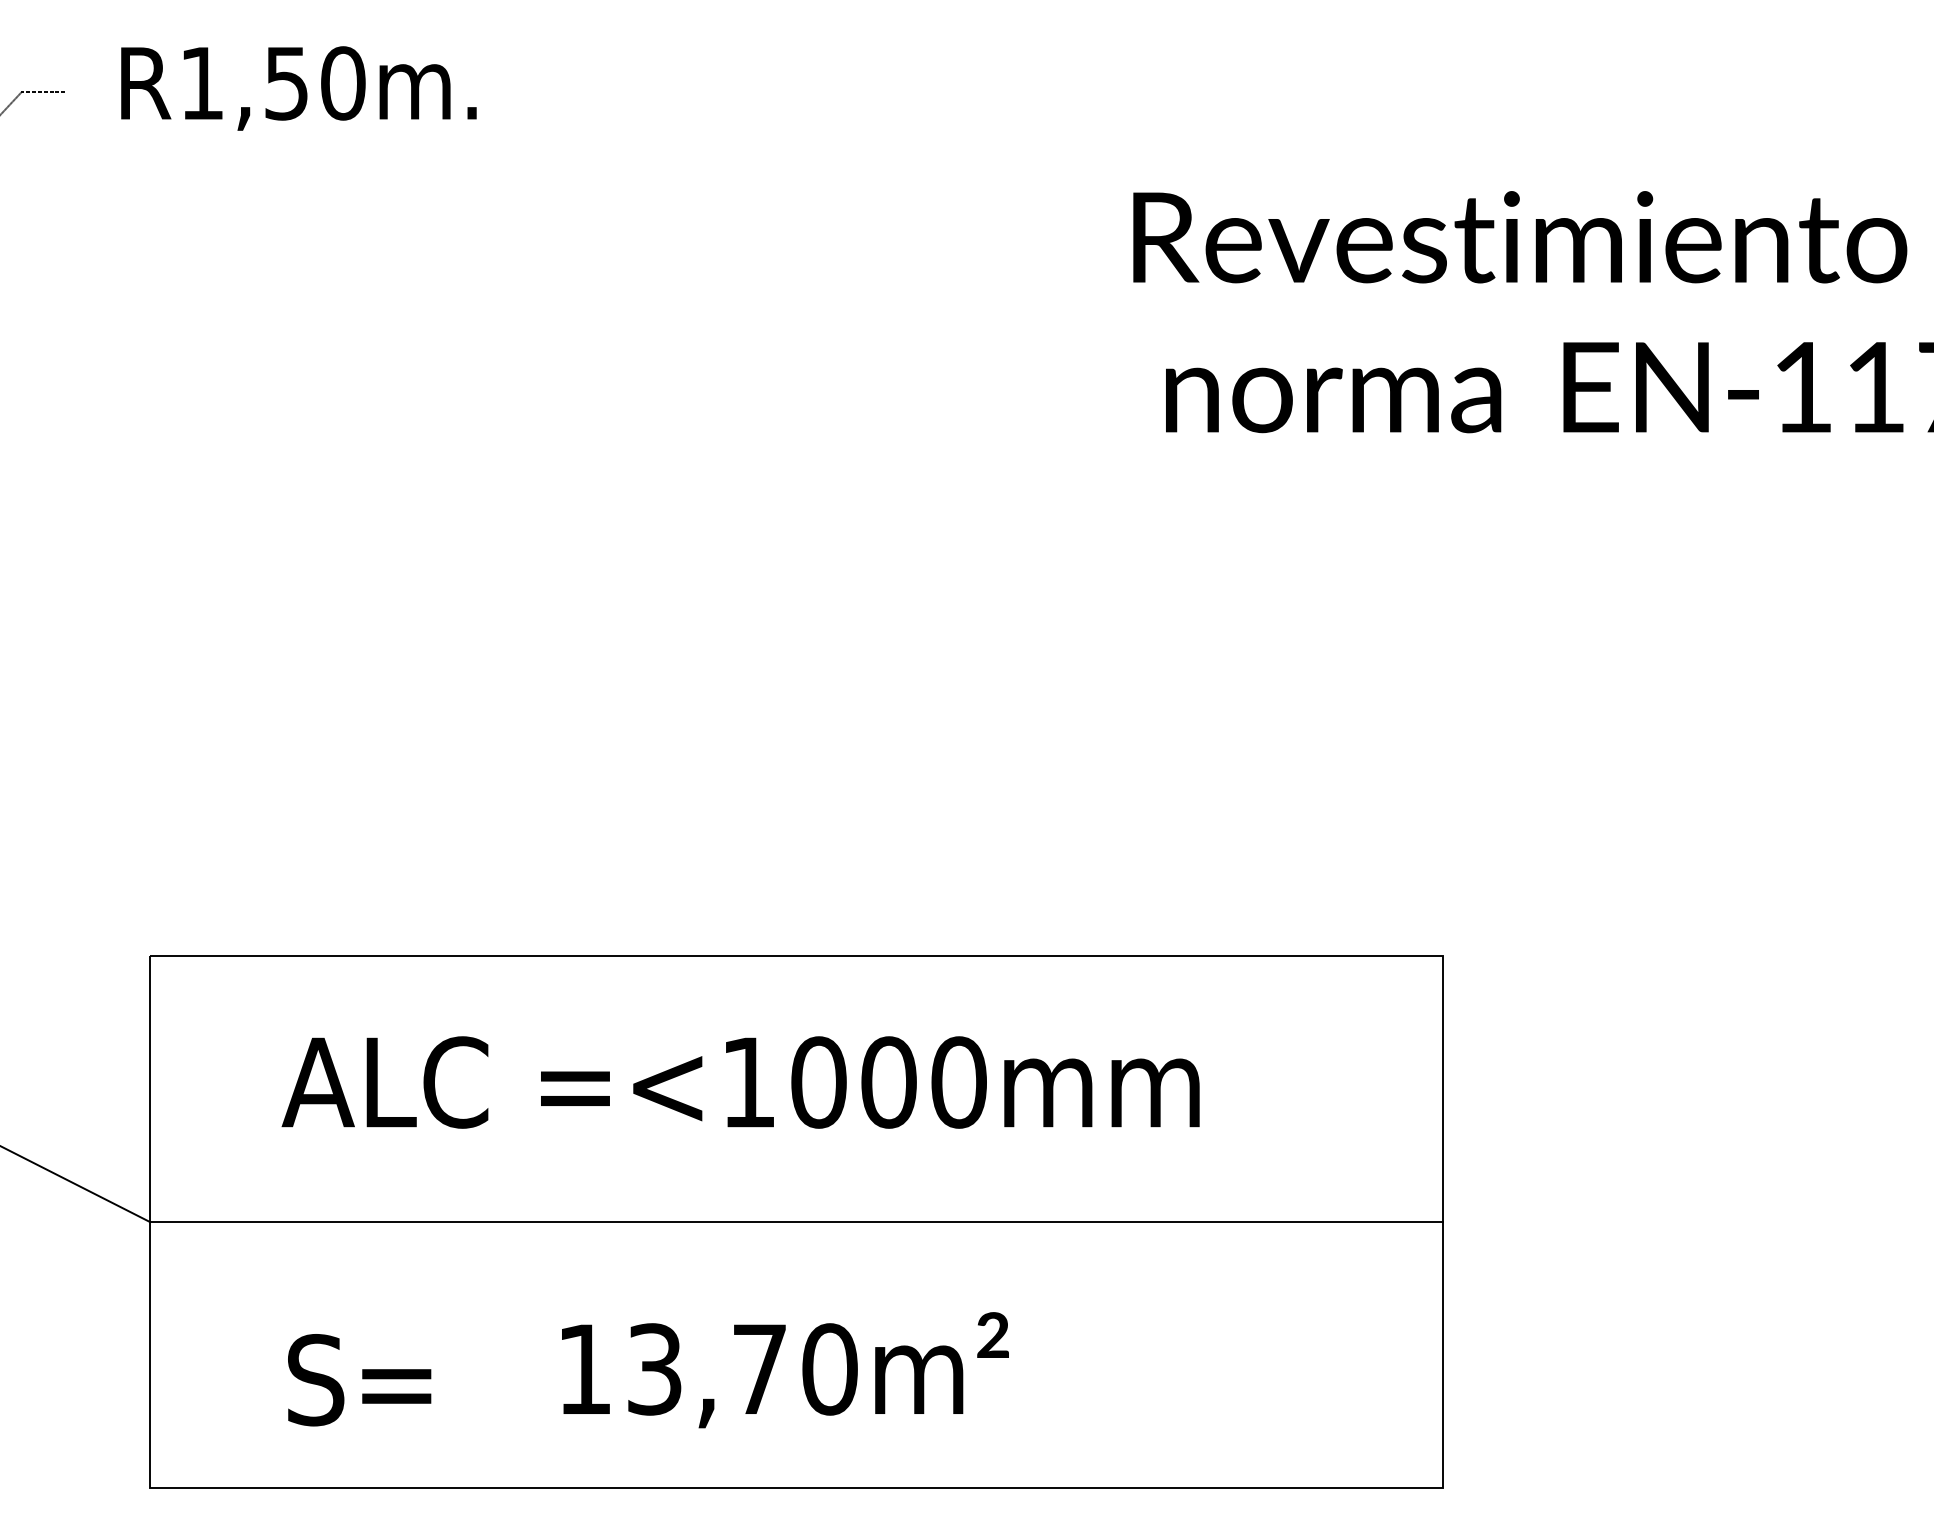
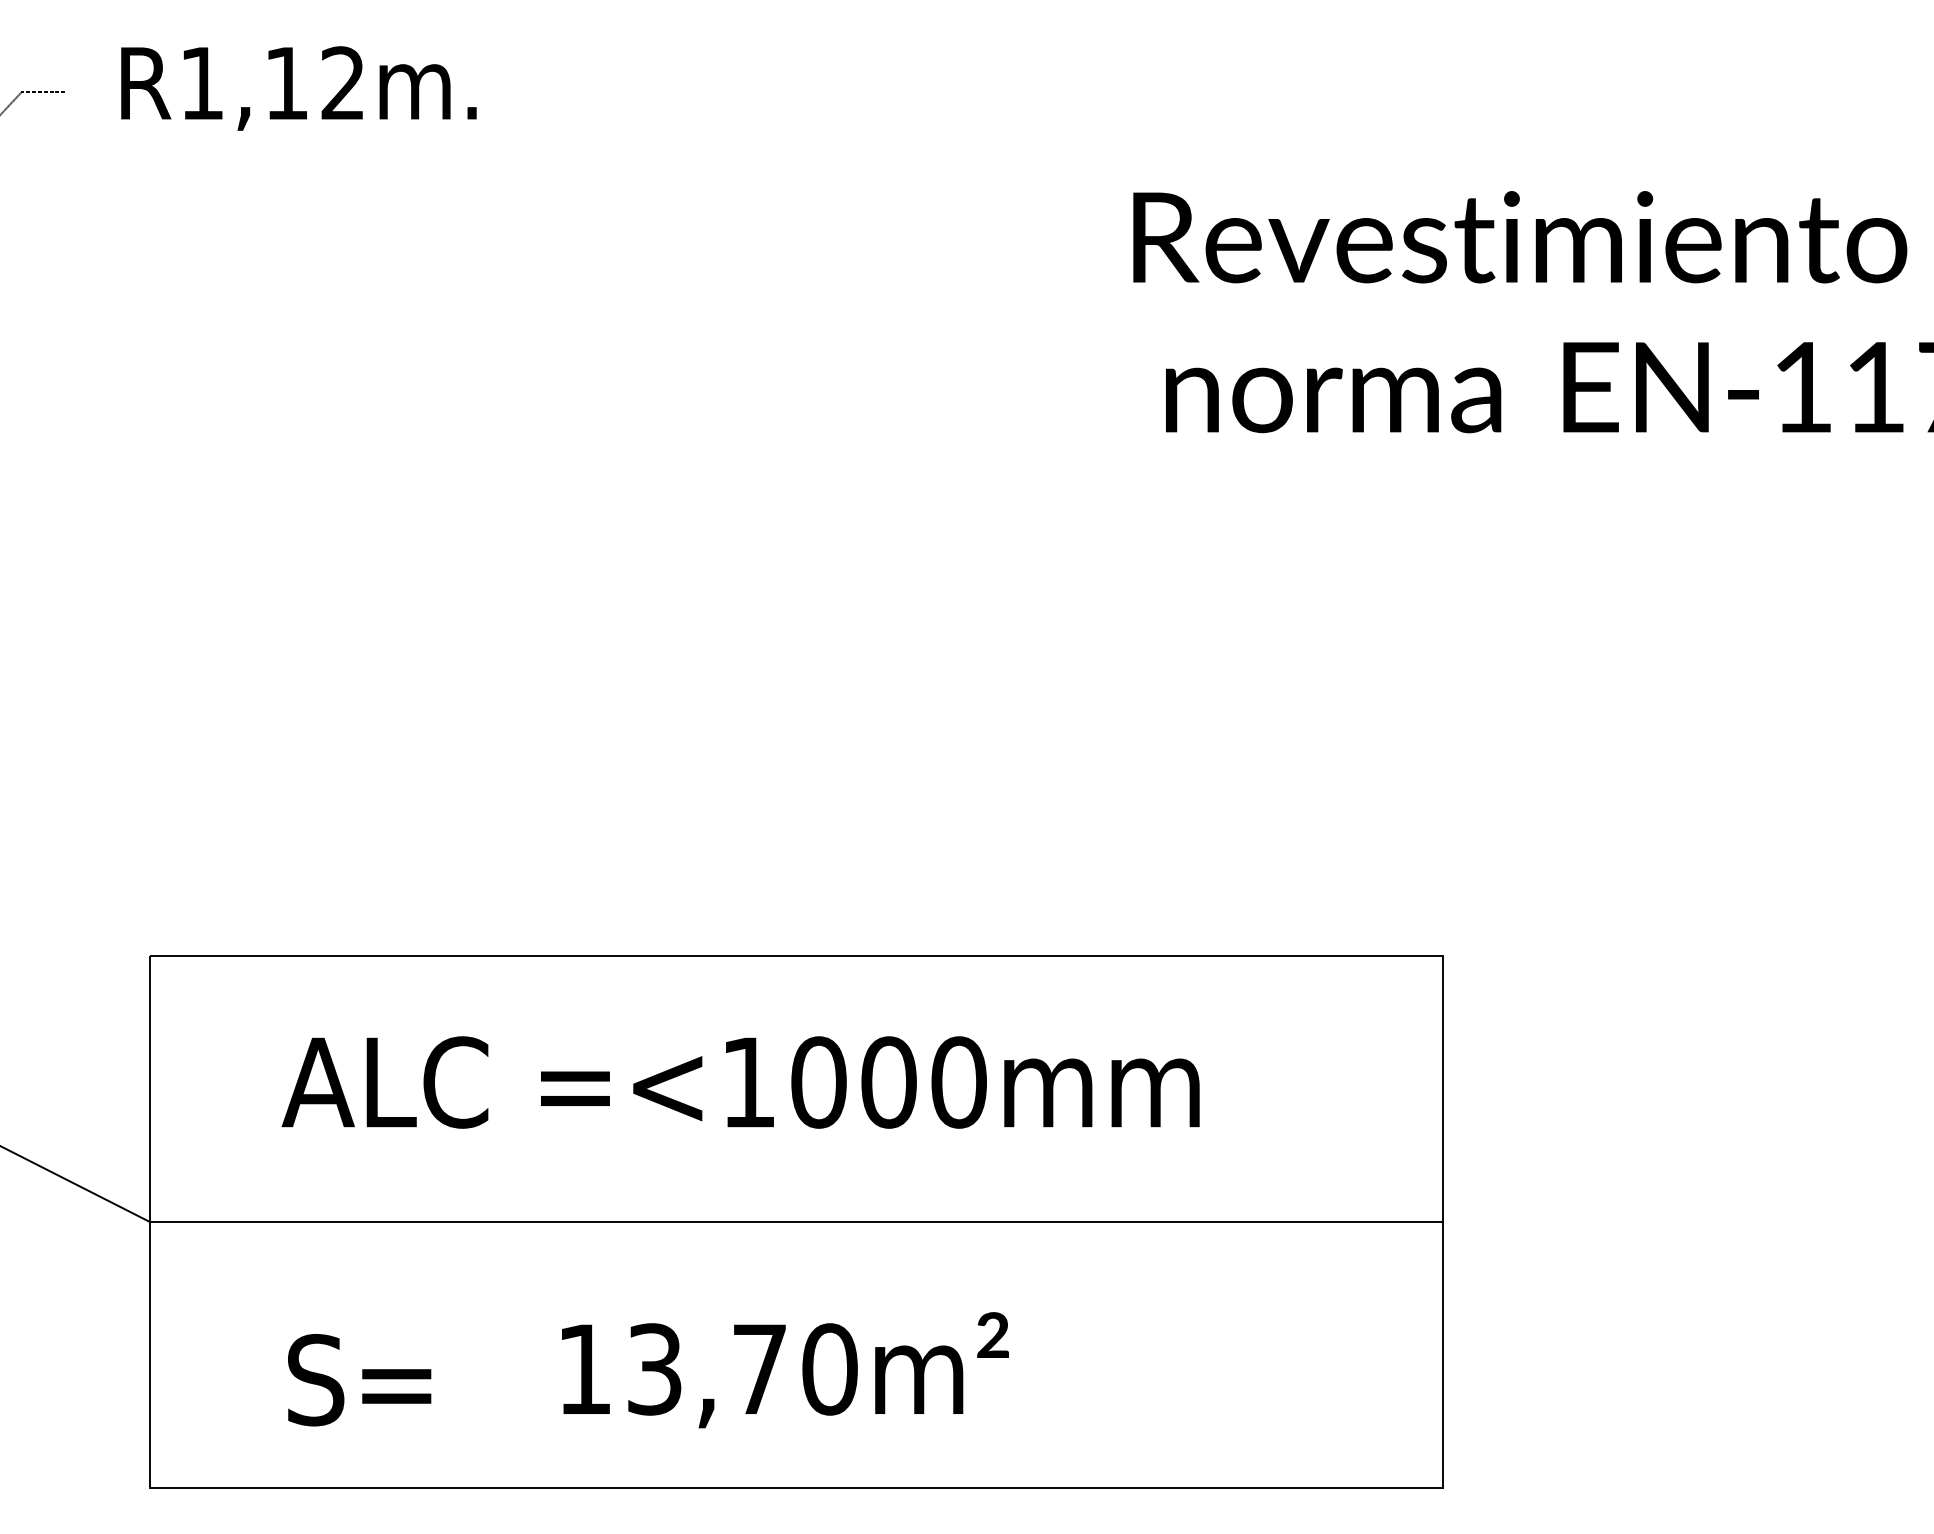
text at (315, 83): R1,50m. -> R1,12m.
